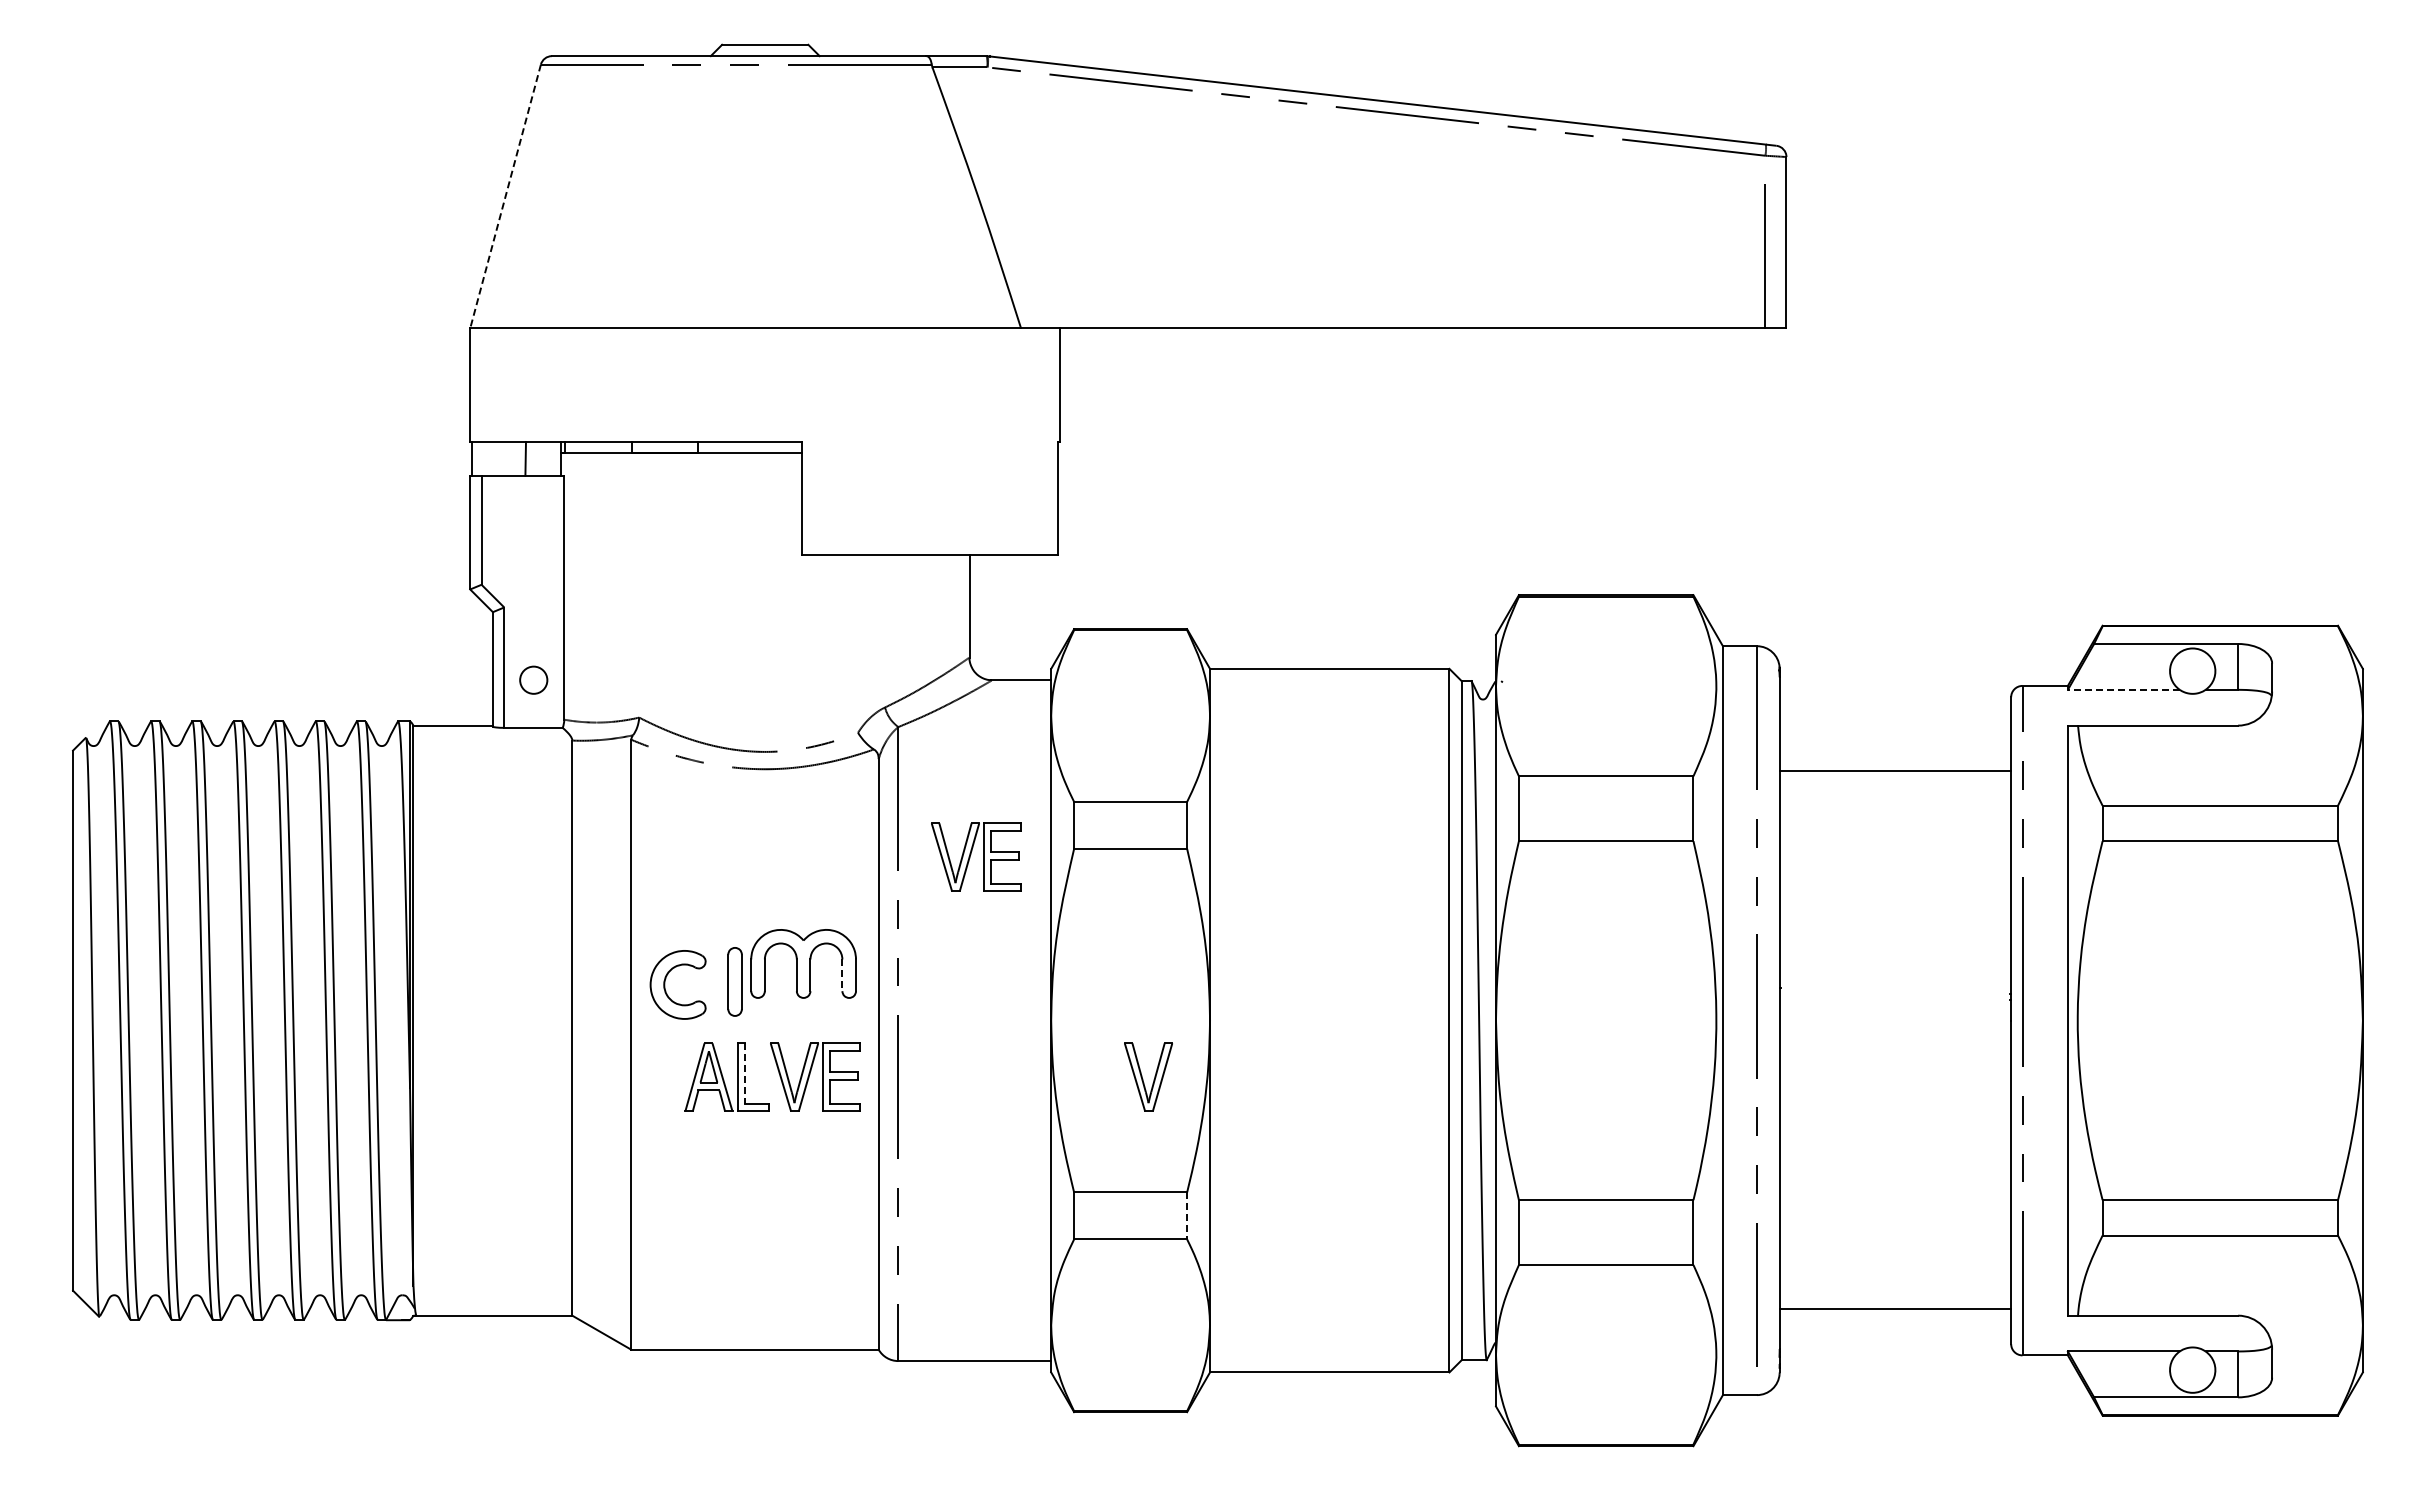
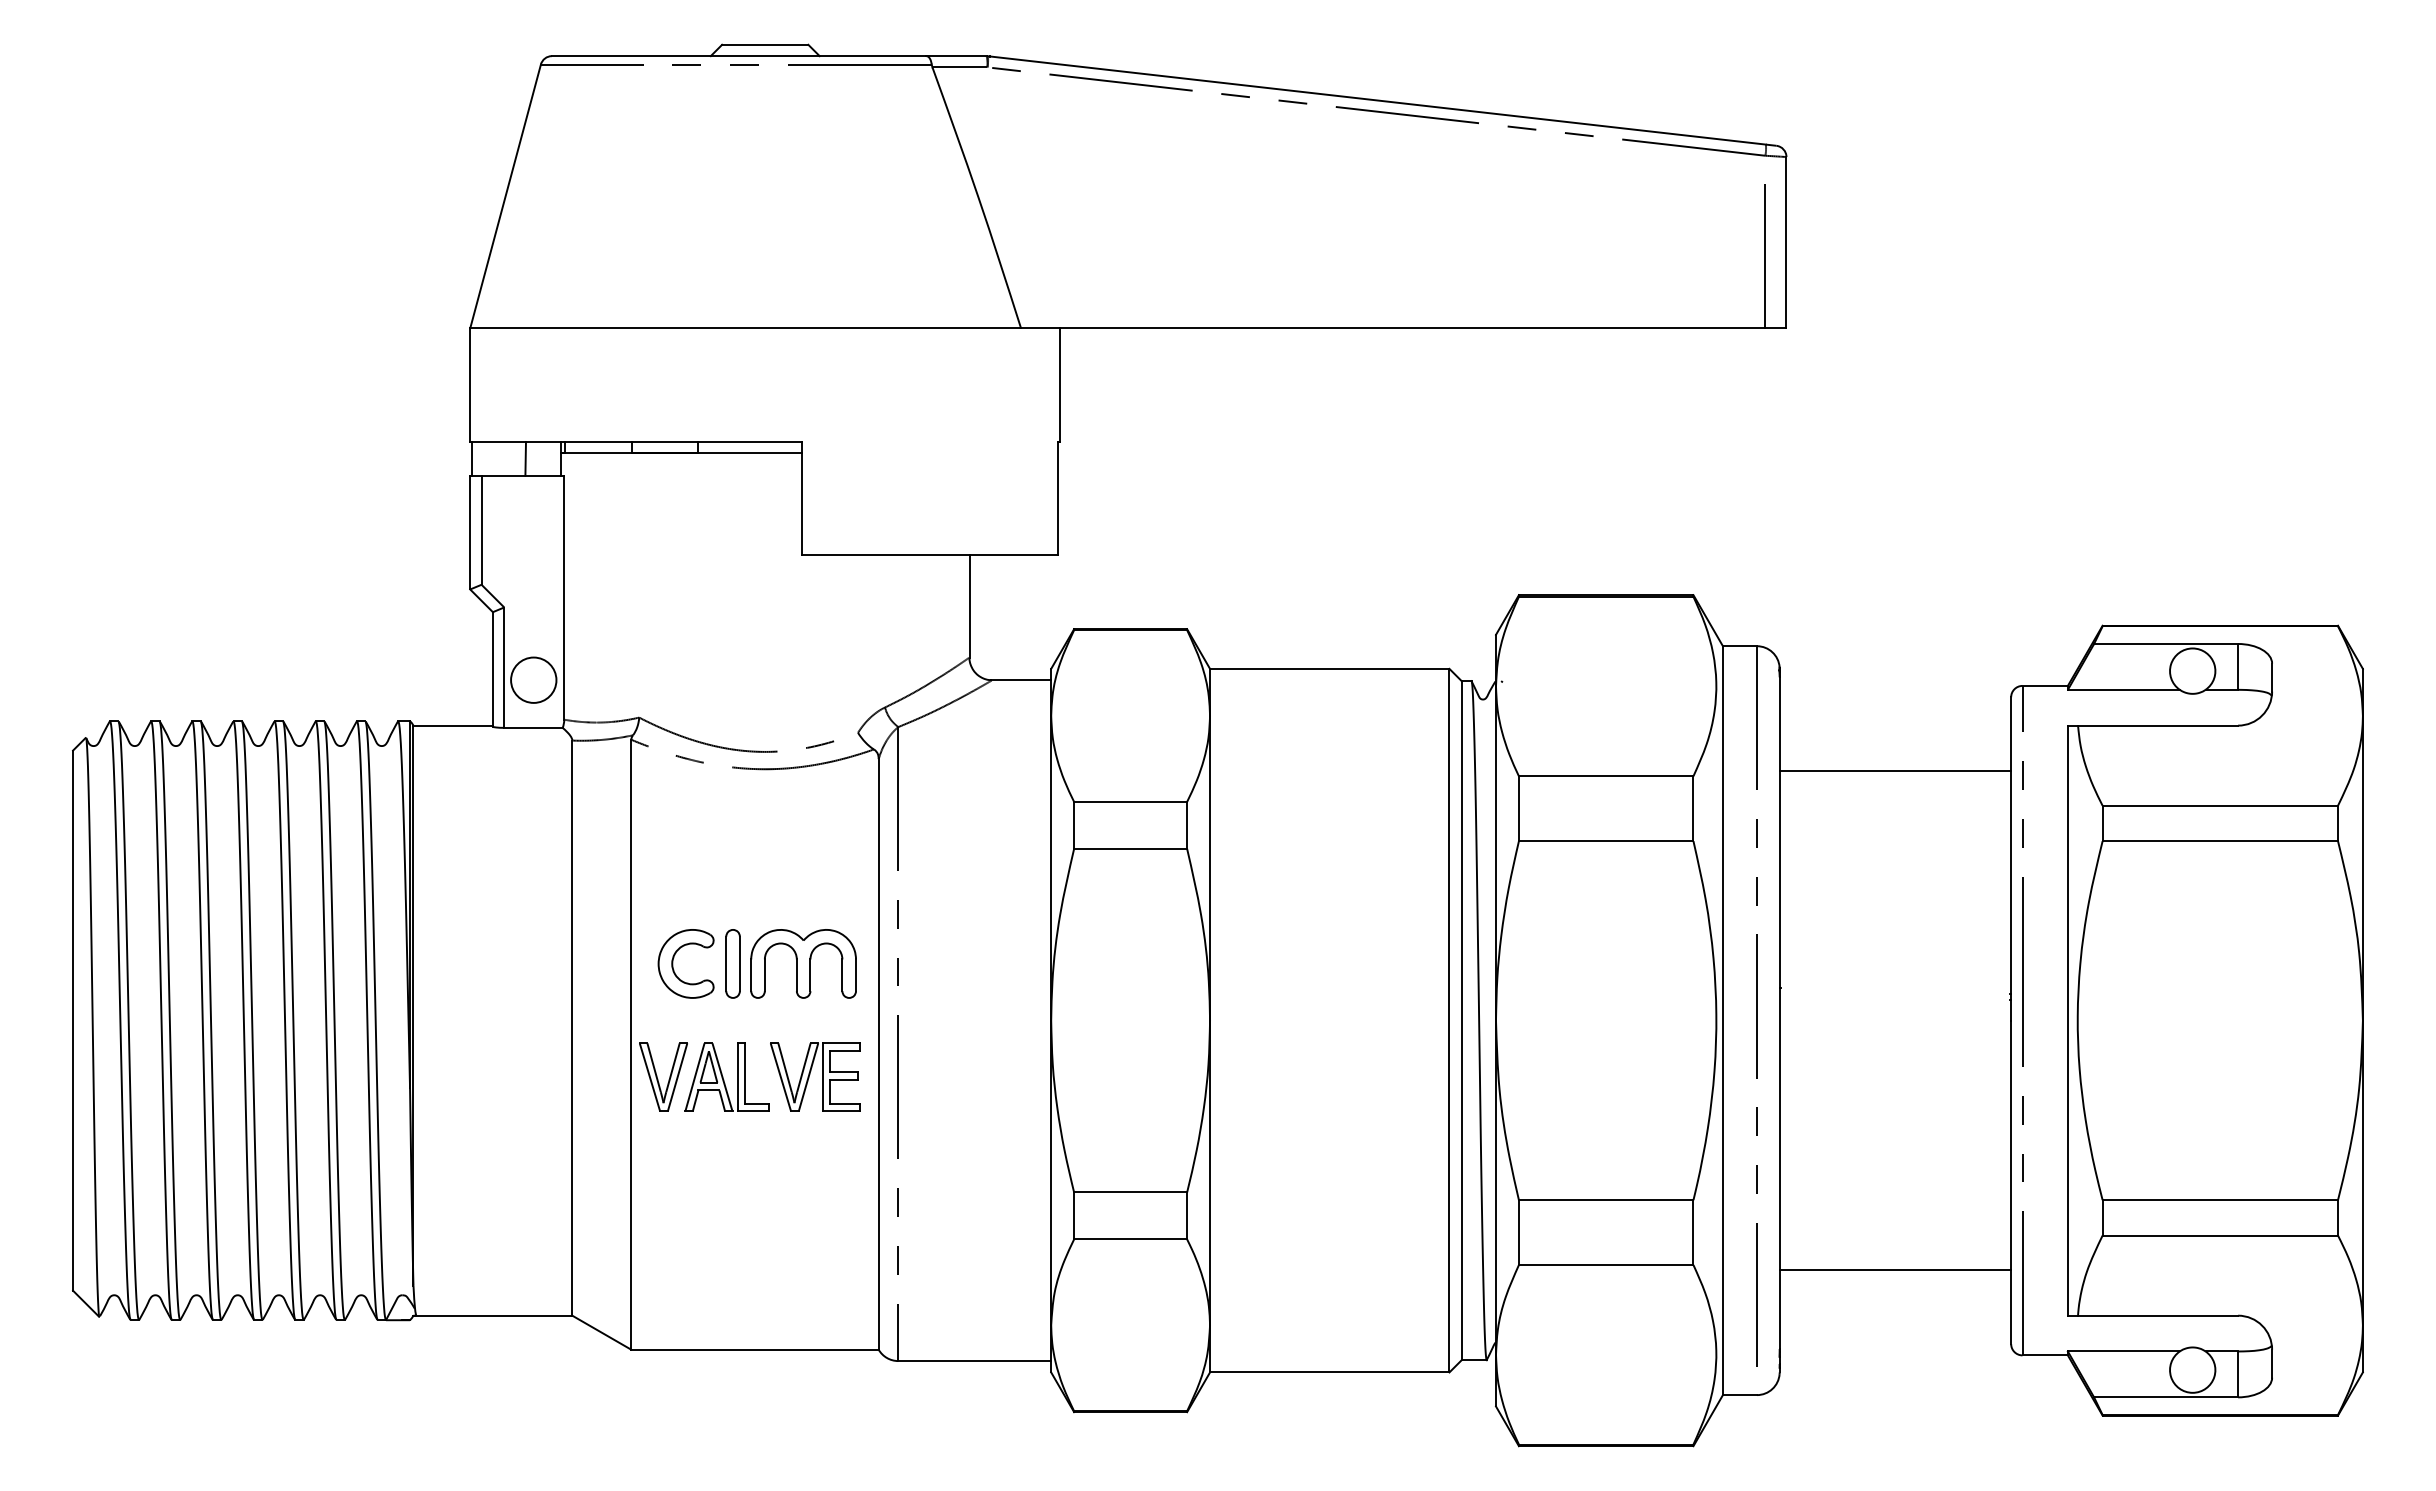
line at (505, 196): dashed -> solid
circle at (533, 679) diameter: 27 px -> 45 px
line at (2123, 689): dashed -> solid
part at (976, 856): present -> none
line at (842, 975): dashed -> solid
part at (734, 981) position: (734, 981) -> (732, 963)
part at (665, 984) position: (665, 984) -> (673, 963)
line at (745, 1073): dashed -> solid
part at (1148, 1076) position: (1148, 1076) -> (663, 1076)
line at (1187, 1216): dashed -> solid
line at (1895, 1309) position: (1895, 1309) -> (1895, 1270)
